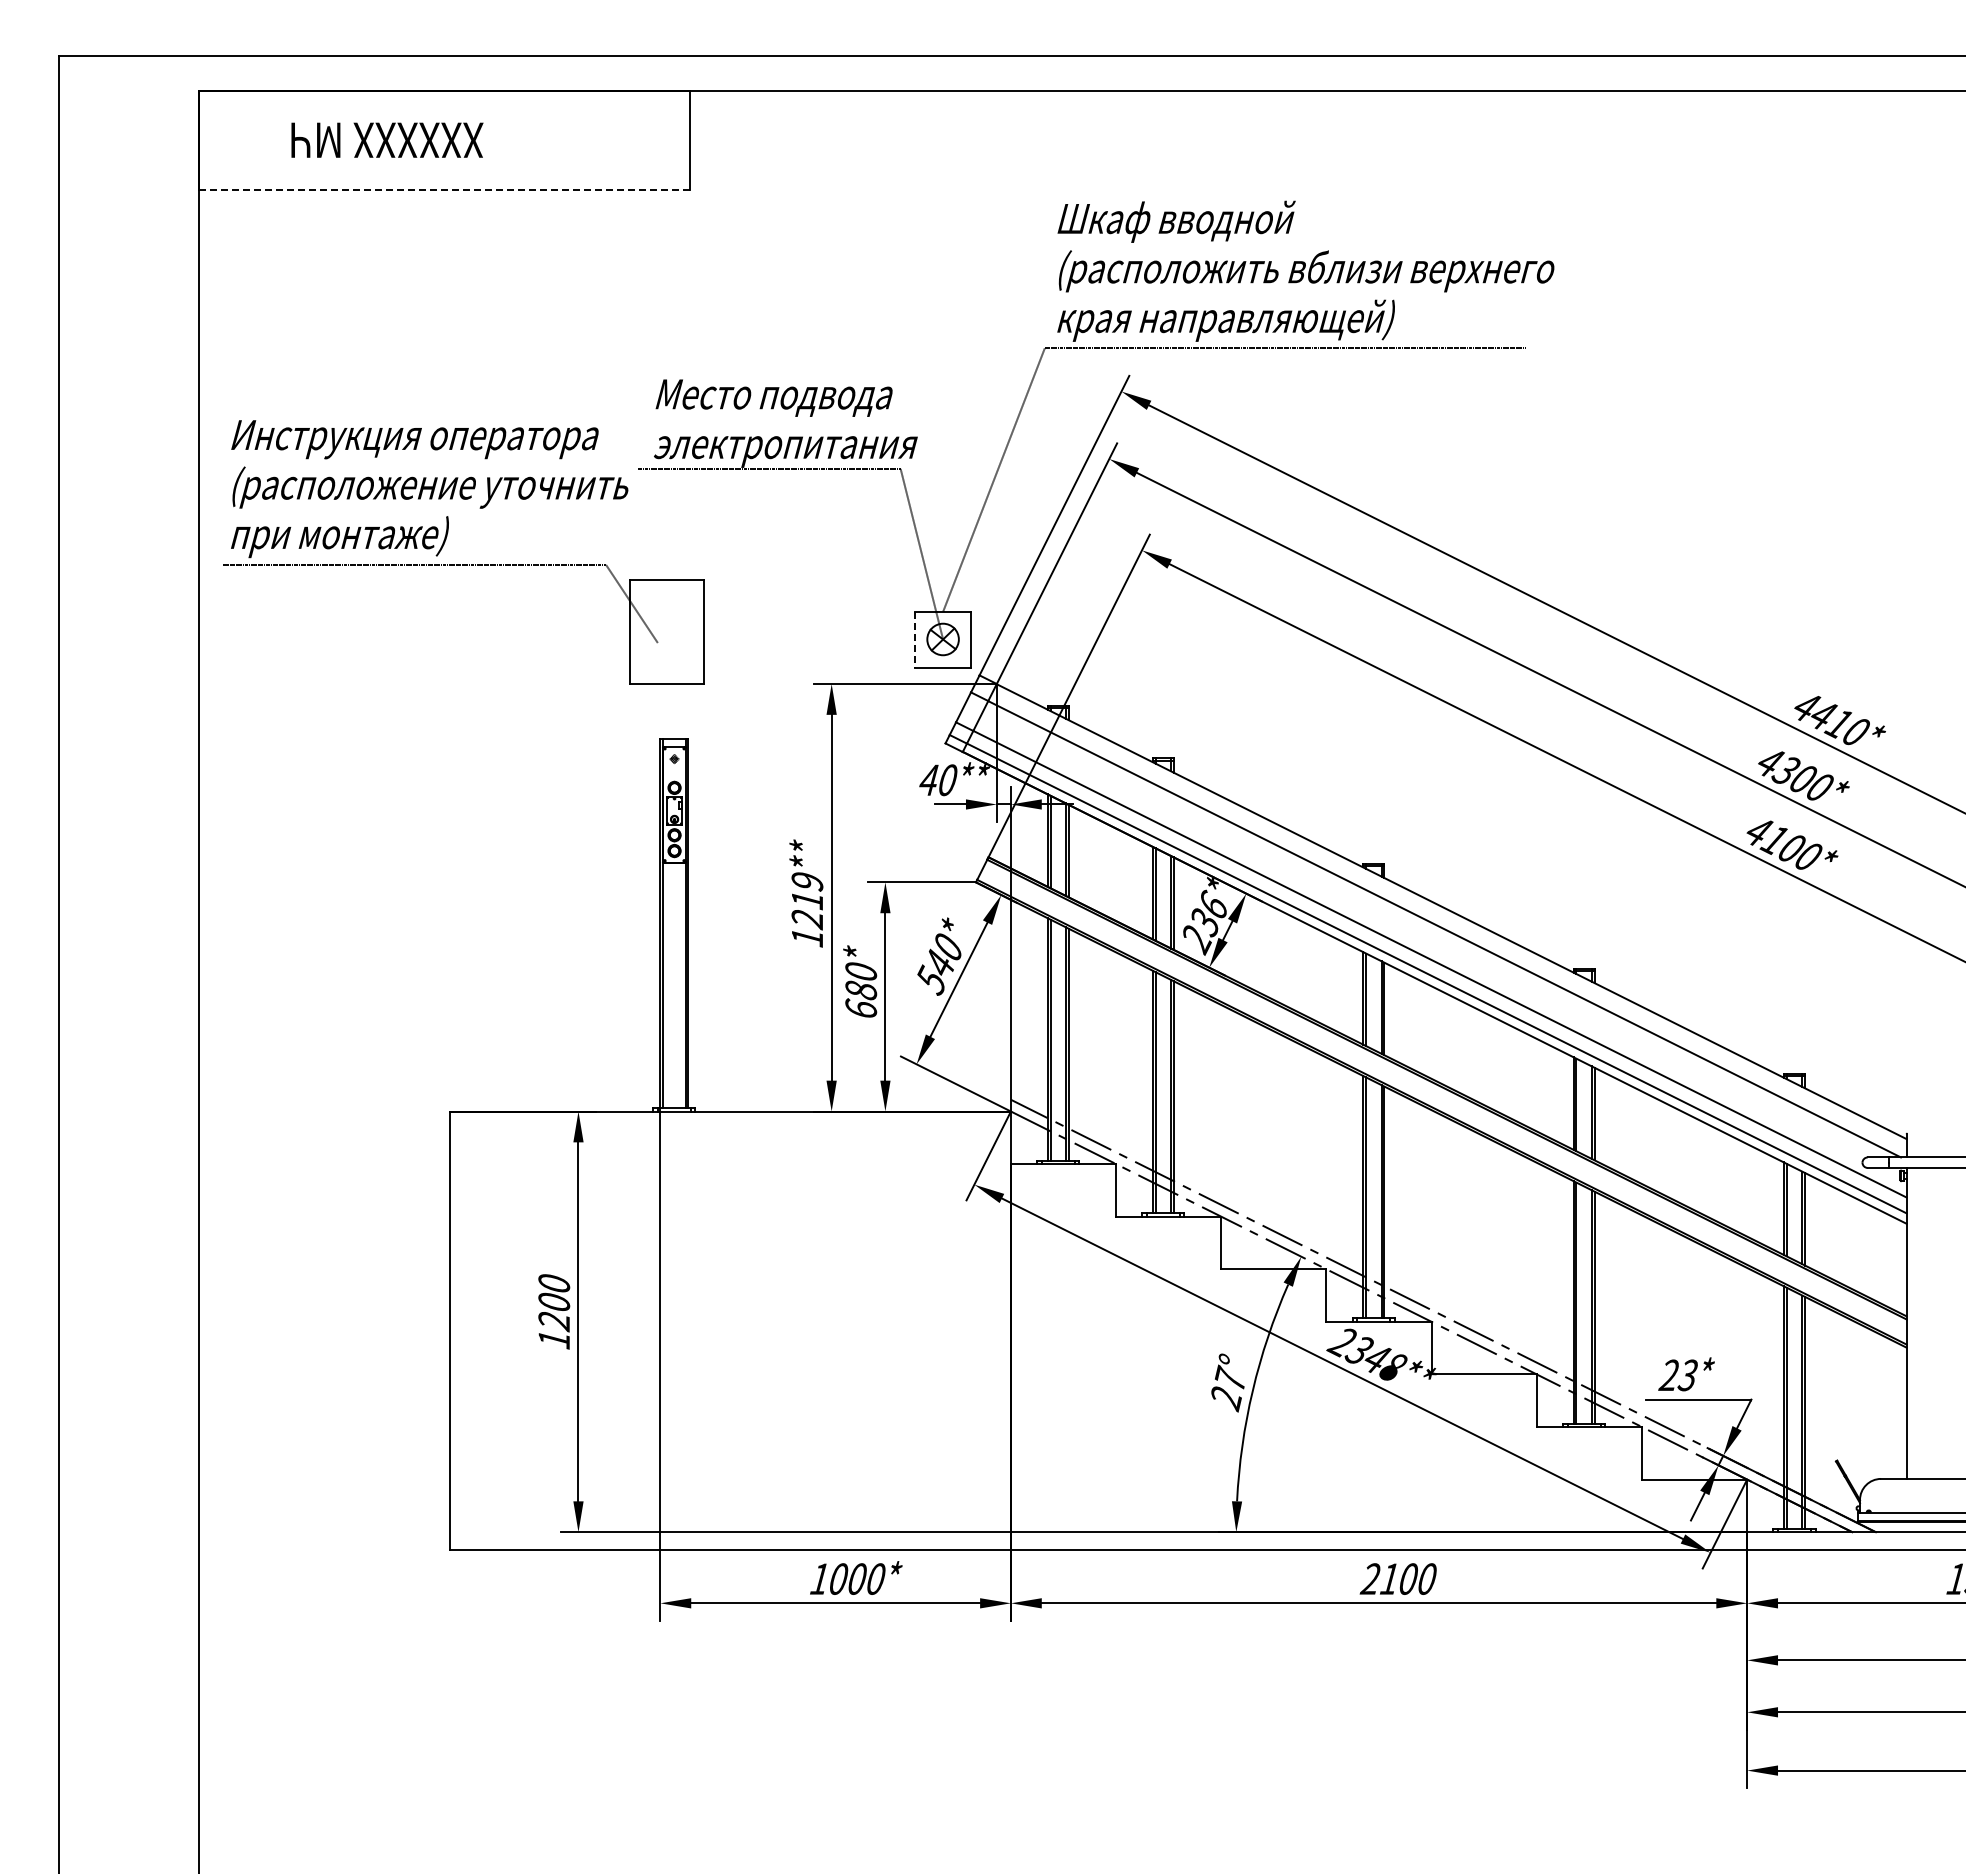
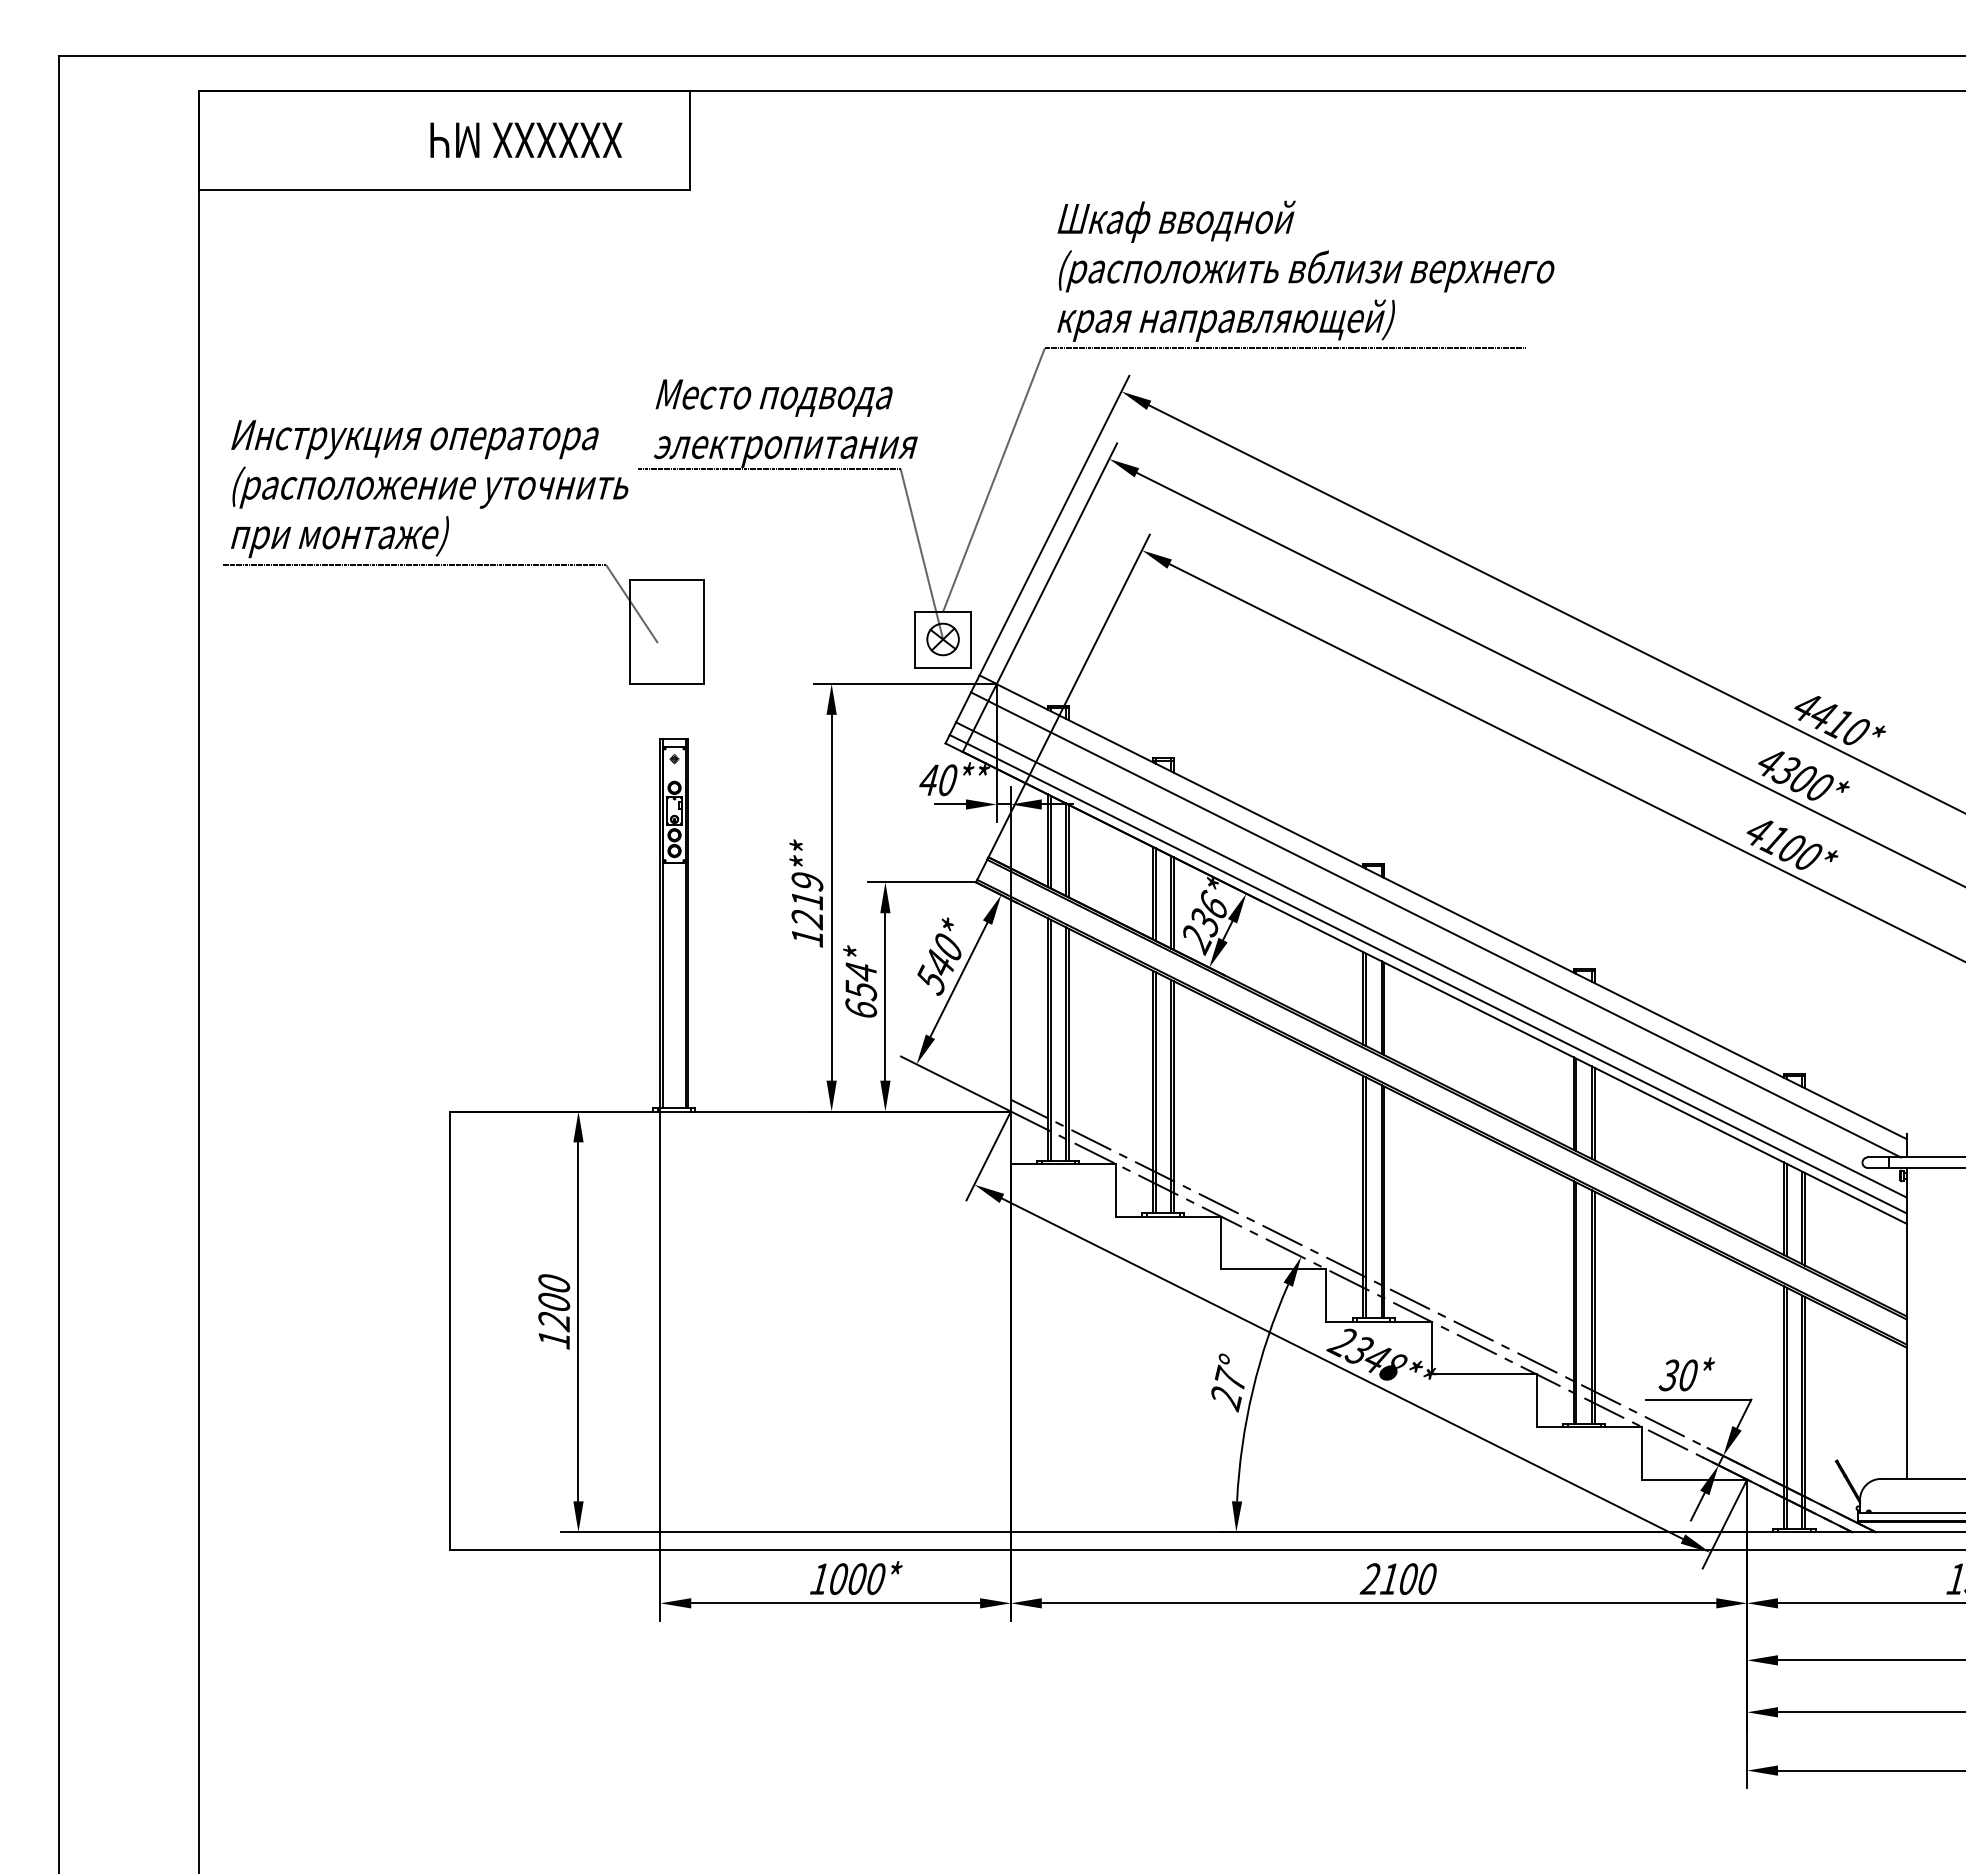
text at (387, 139) position: (387, 139) -> (526, 139)
line at (445, 189): dashed -> solid
line at (915, 640): dashed -> solid
text at (861, 981): 680* -> 654*
text at (1677, 1375): 23* -> 30*
